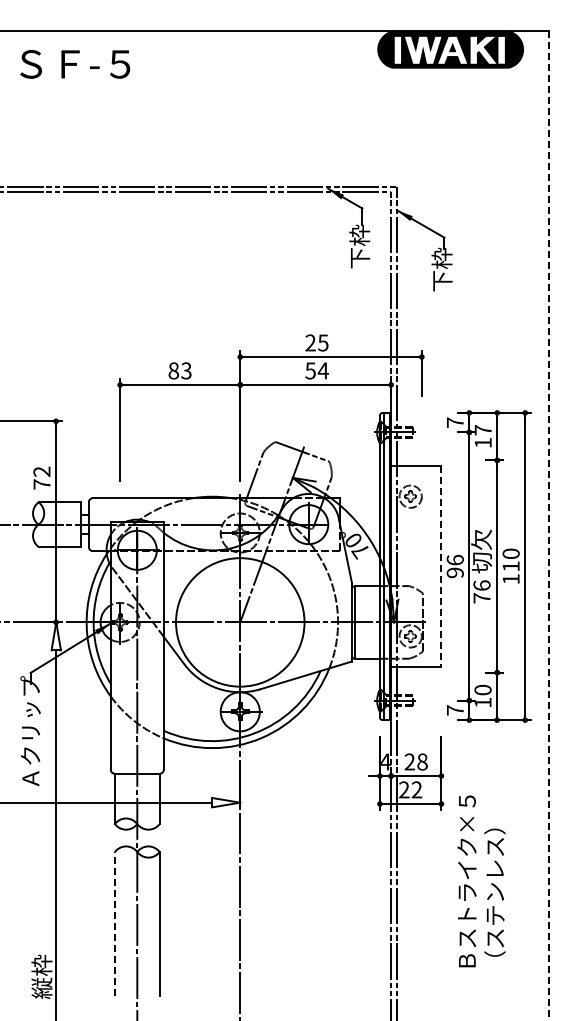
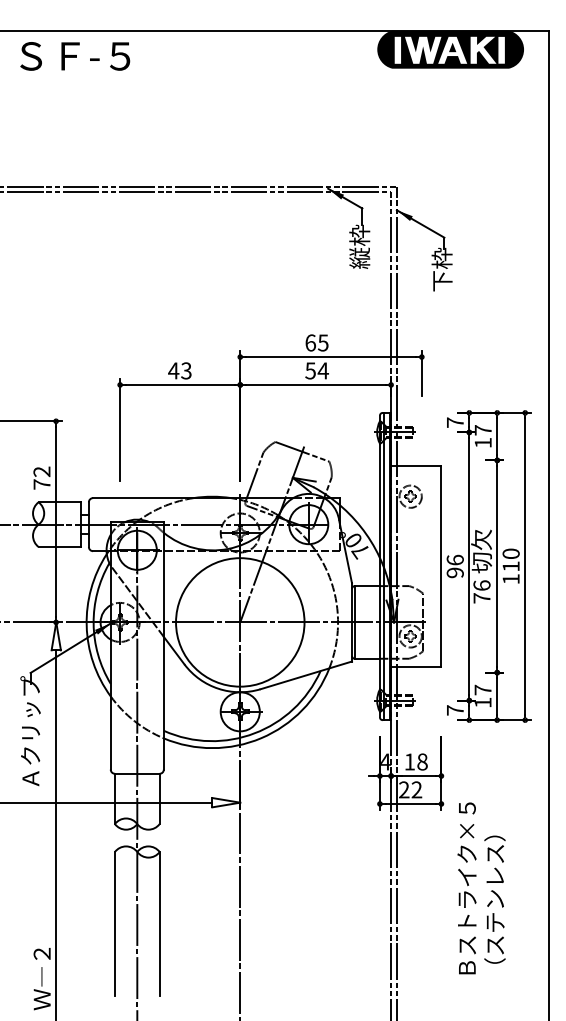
text at (75, 64) position: (75, 64) -> (75, 56)
text at (359, 257): 下枠 -> 縦枠
text at (310, 342): 25 -> 65
text at (173, 370): 83 -> 43
line at (549, 525): dashed -> solid
line at (441, 566): dashed -> solid
text at (482, 689): 10 -> 17
text at (409, 761): 28 -> 18
text at (481, 881) position: (481, 881) -> (481, 888)
line at (114, 923): dashed -> solid
text at (41, 978): 縦枠 -> Ｗ―２
